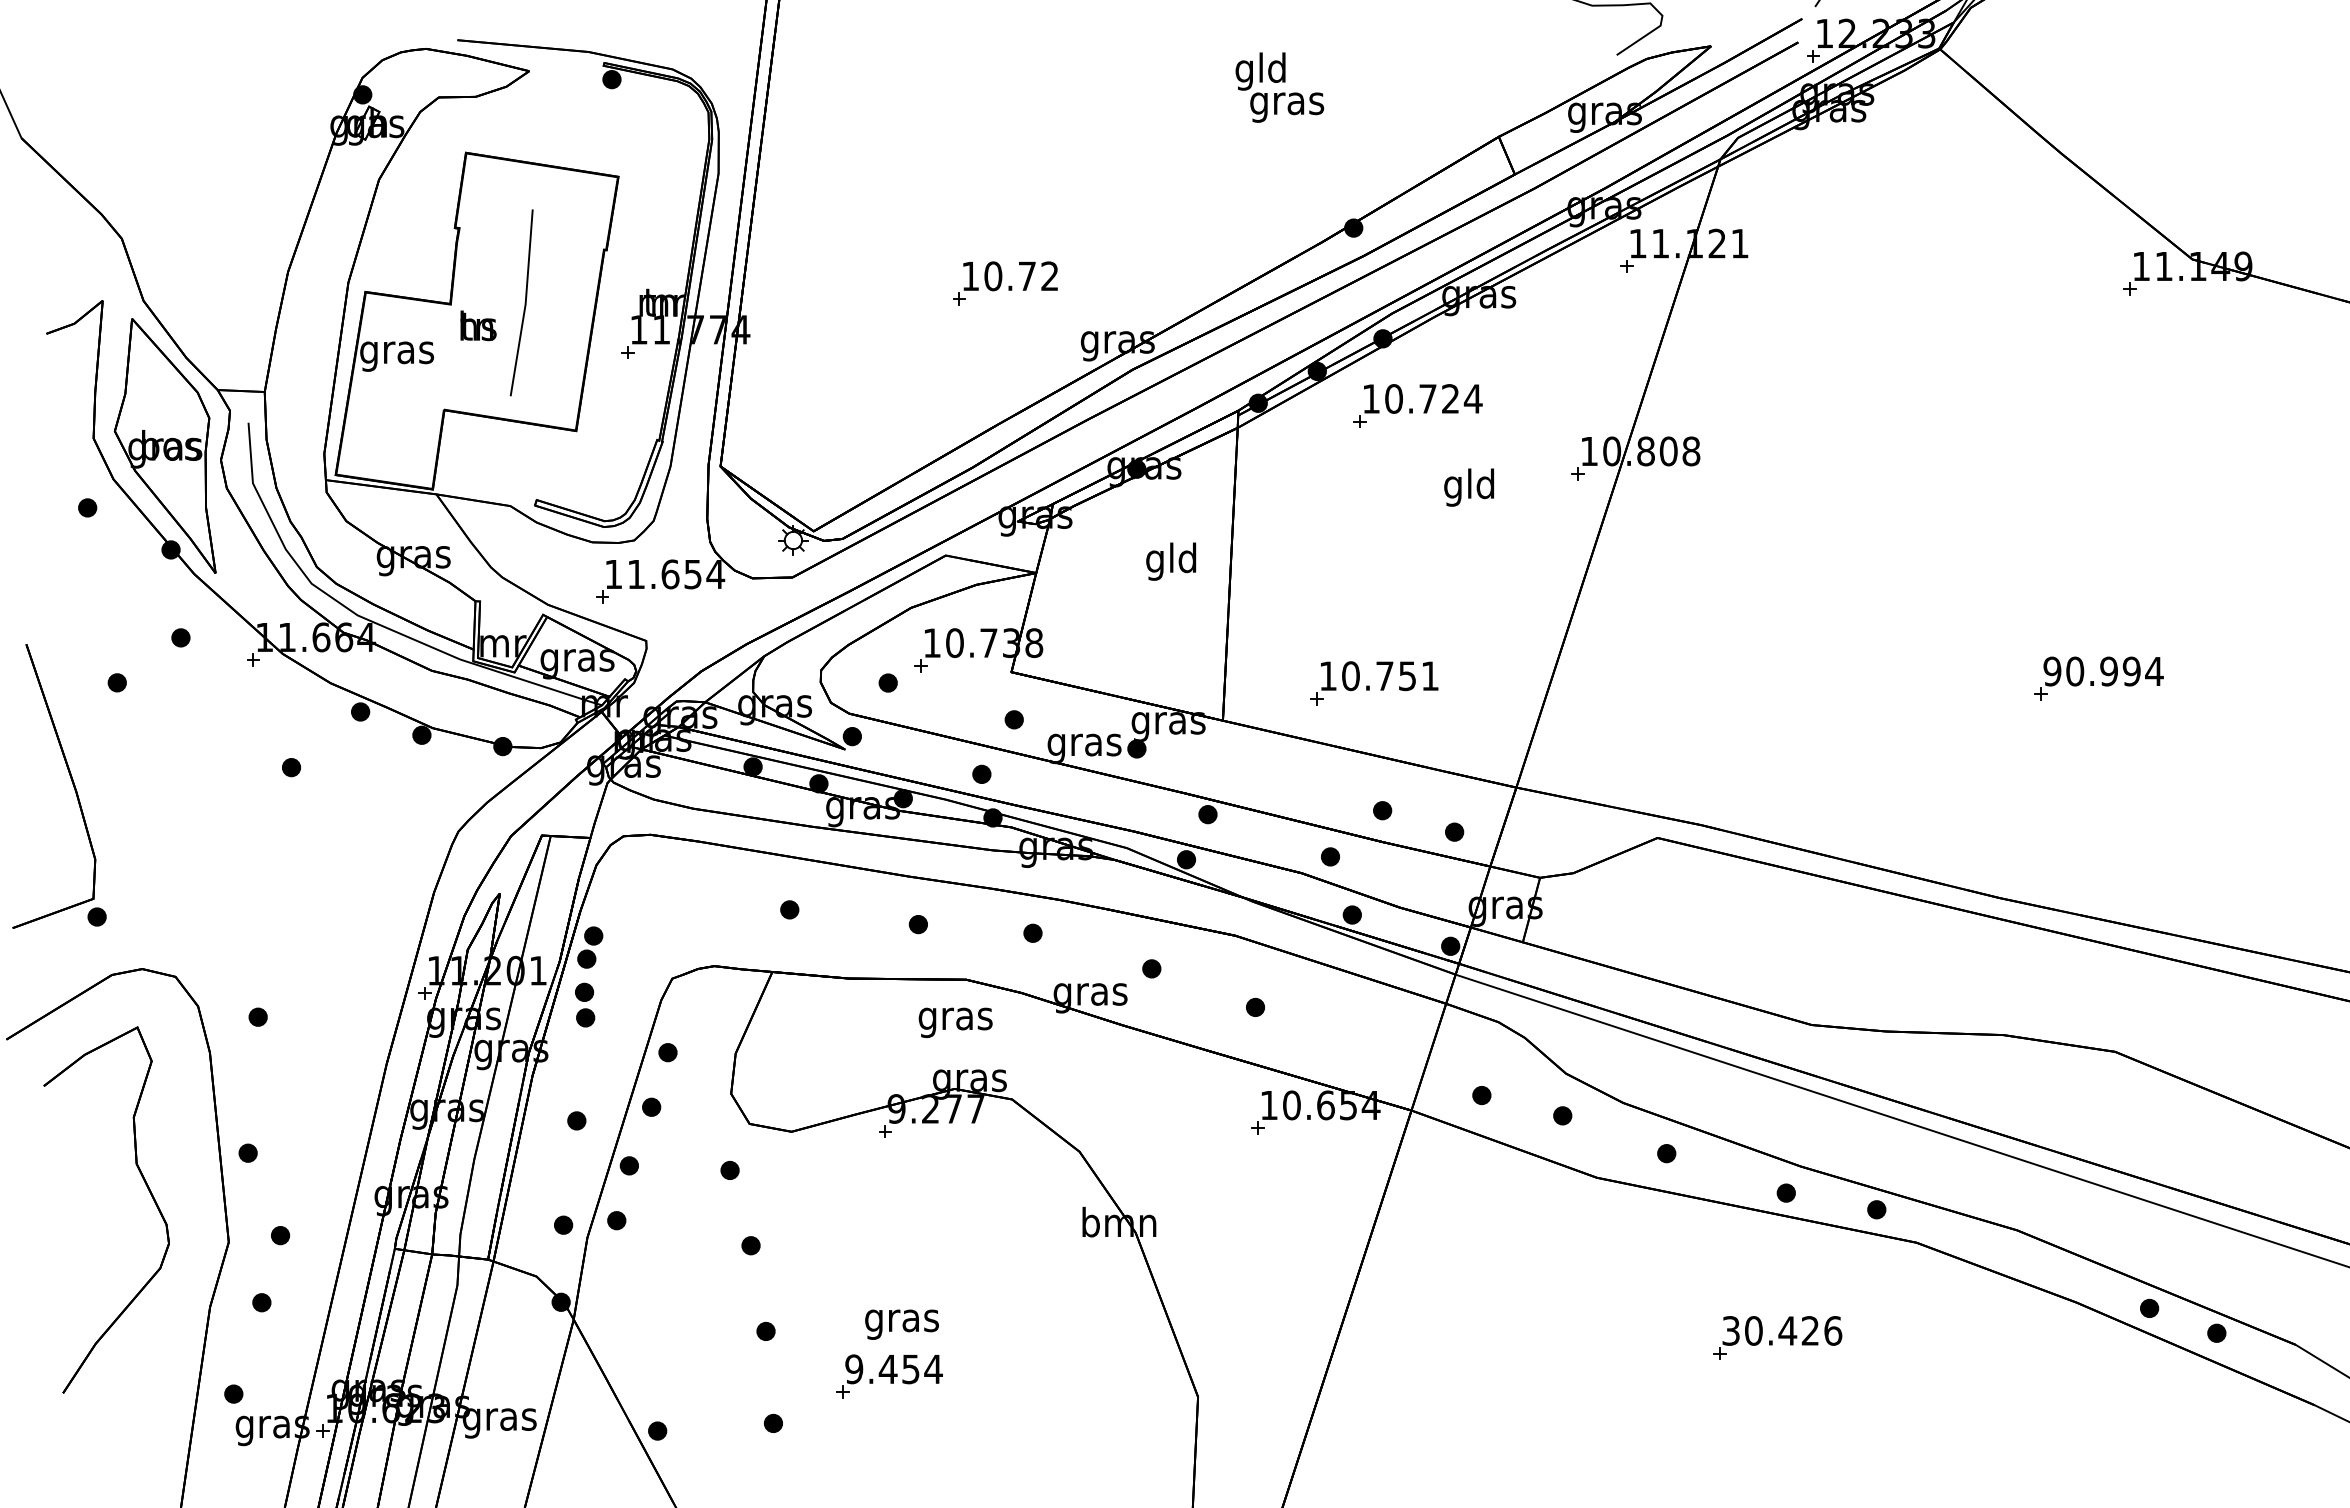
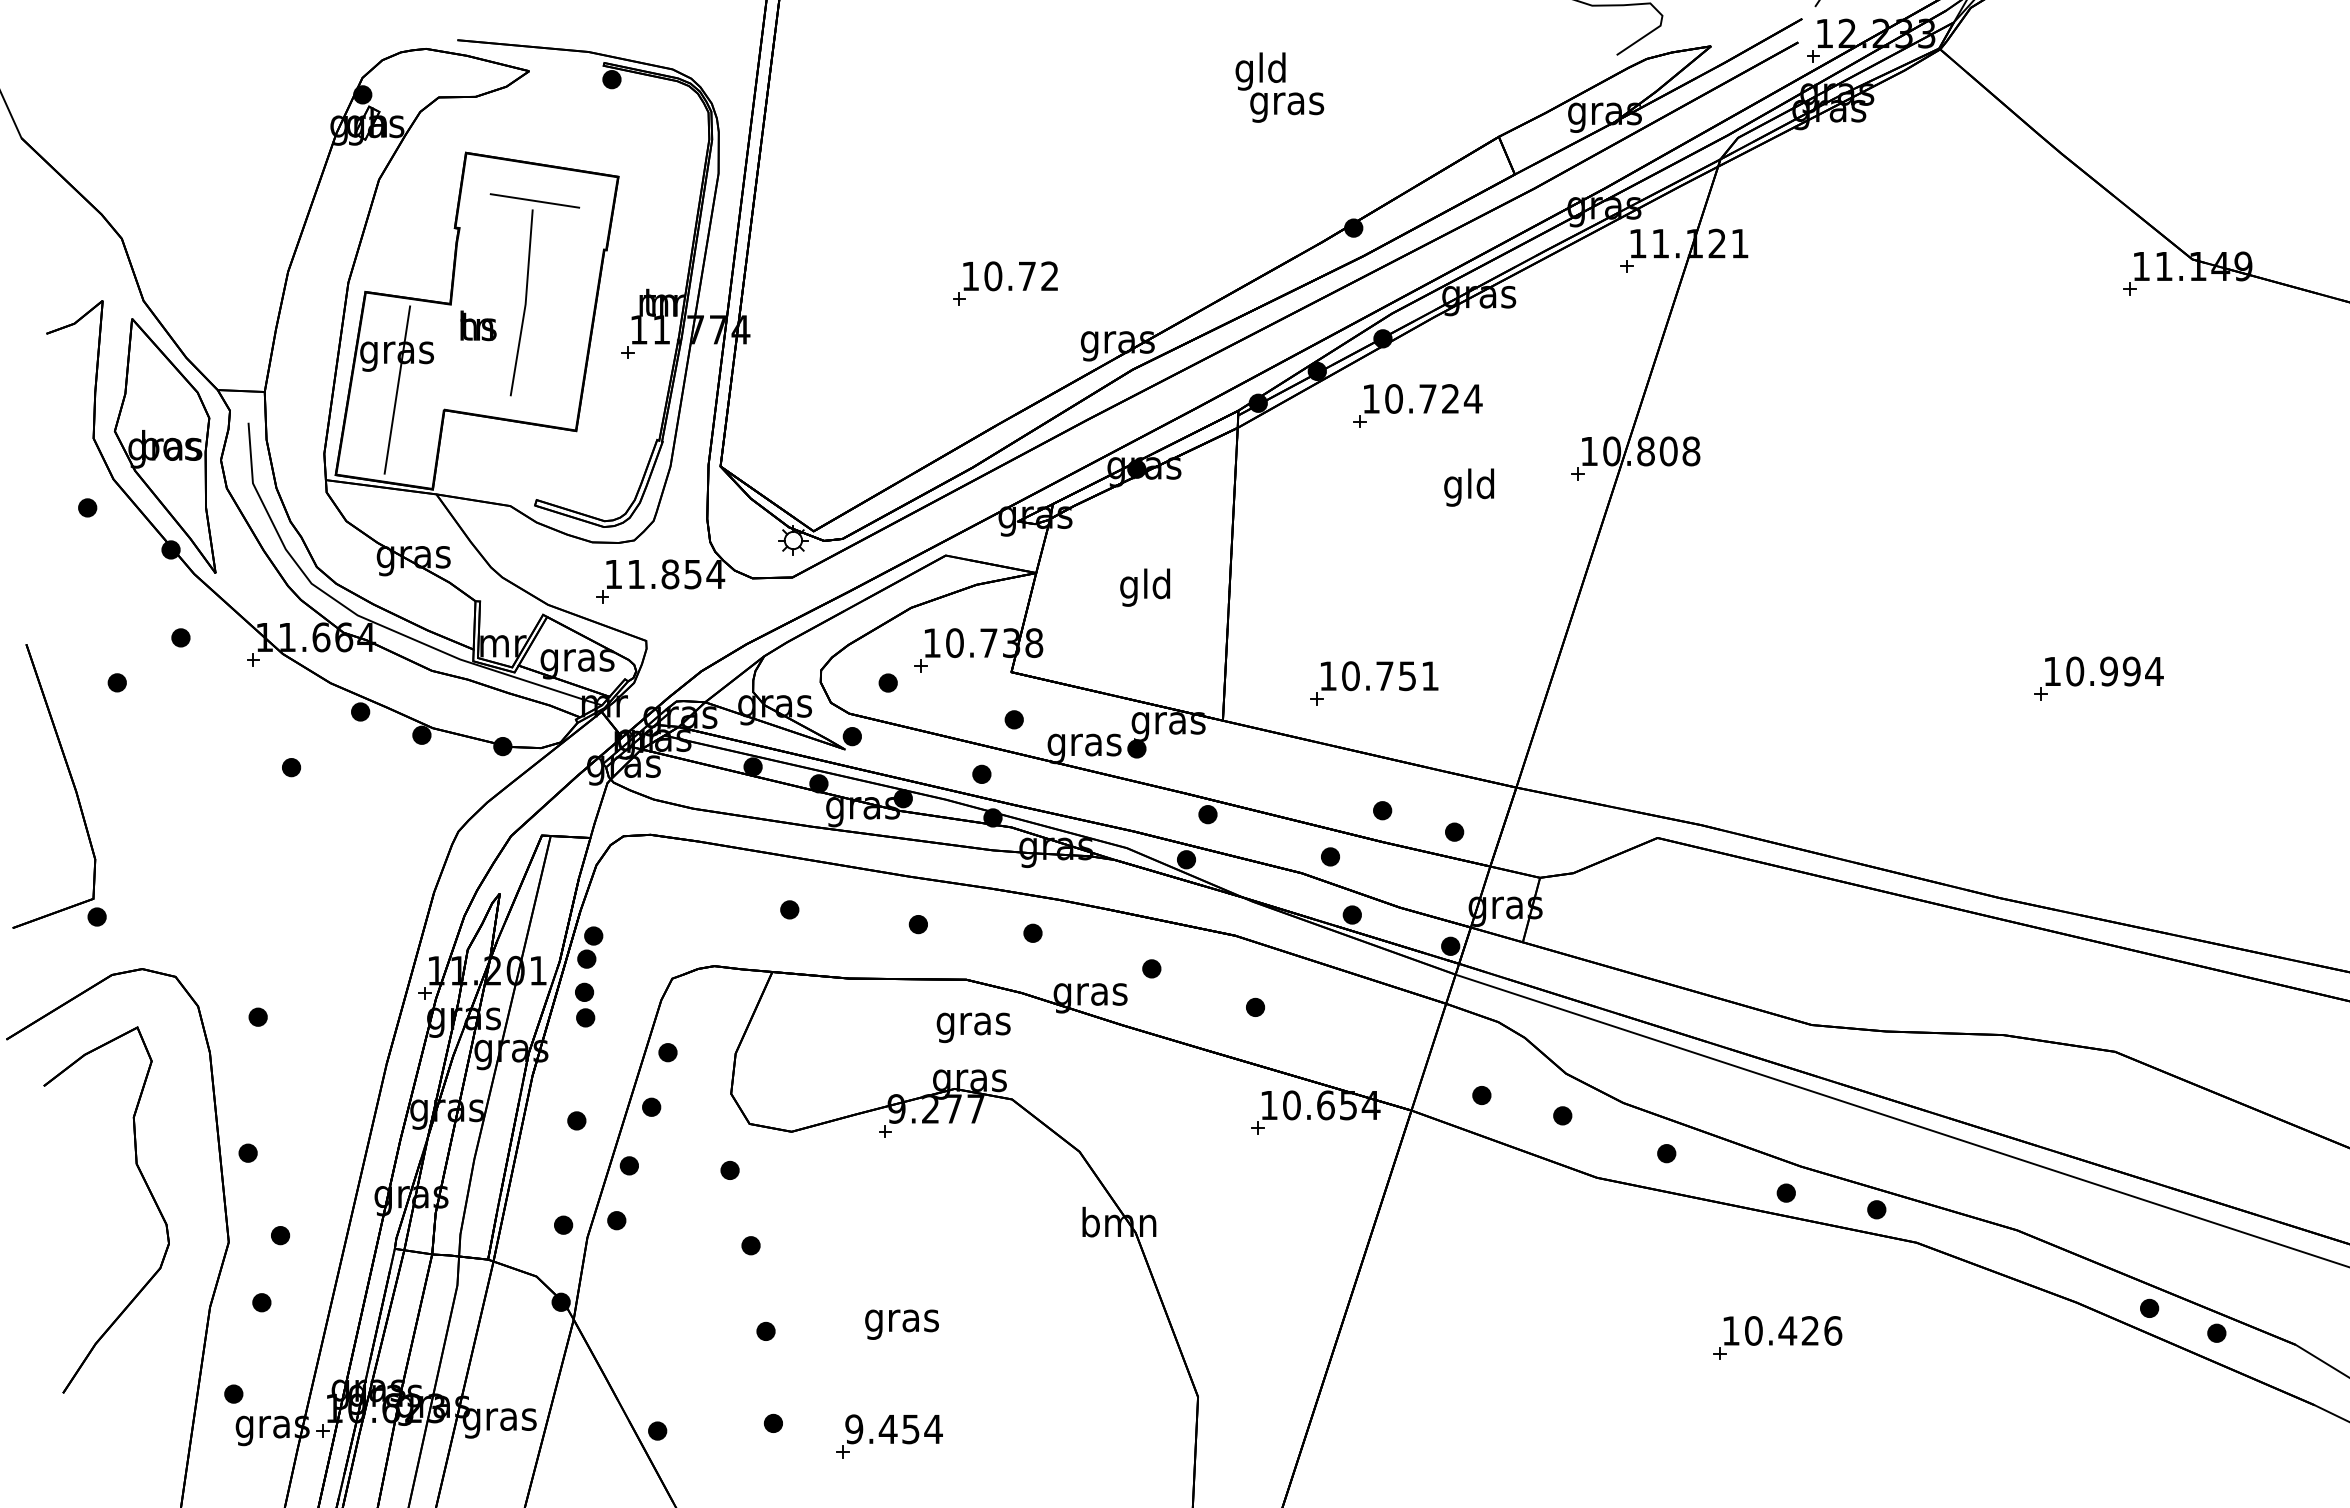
line at (534, 200): none -> present
line at (397, 389): none -> present
text at (1171, 561) position: (1171, 561) -> (1145, 587)
text at (670, 574): 11.654 -> 11.854
text at (2052, 671): 90.994 -> 10.994
text at (955, 1022) position: (955, 1022) -> (973, 1027)
text at (1730, 1330): 30.426 -> 10.426
part at (889, 1376) position: (889, 1376) -> (889, 1436)
